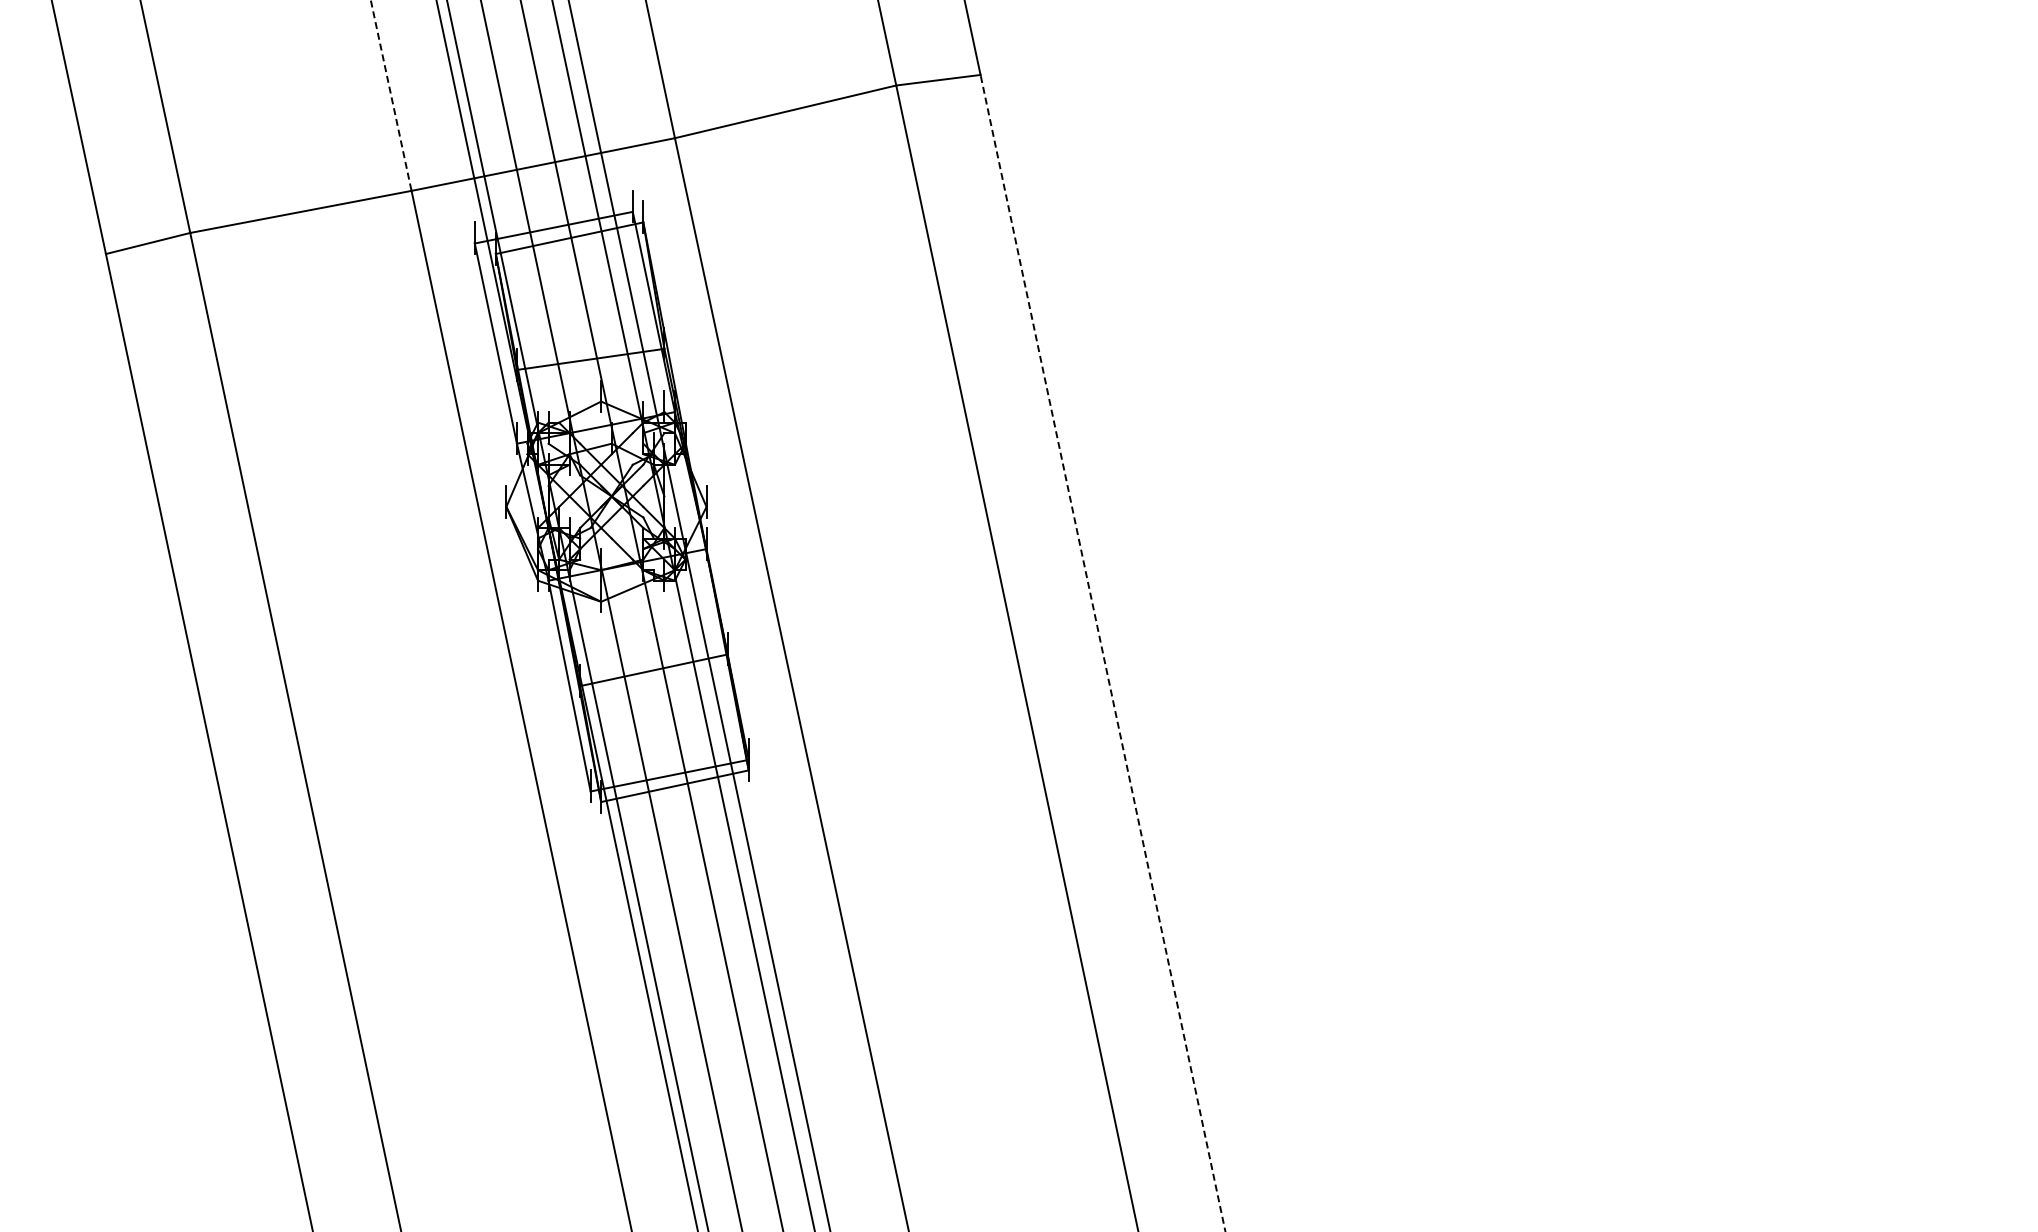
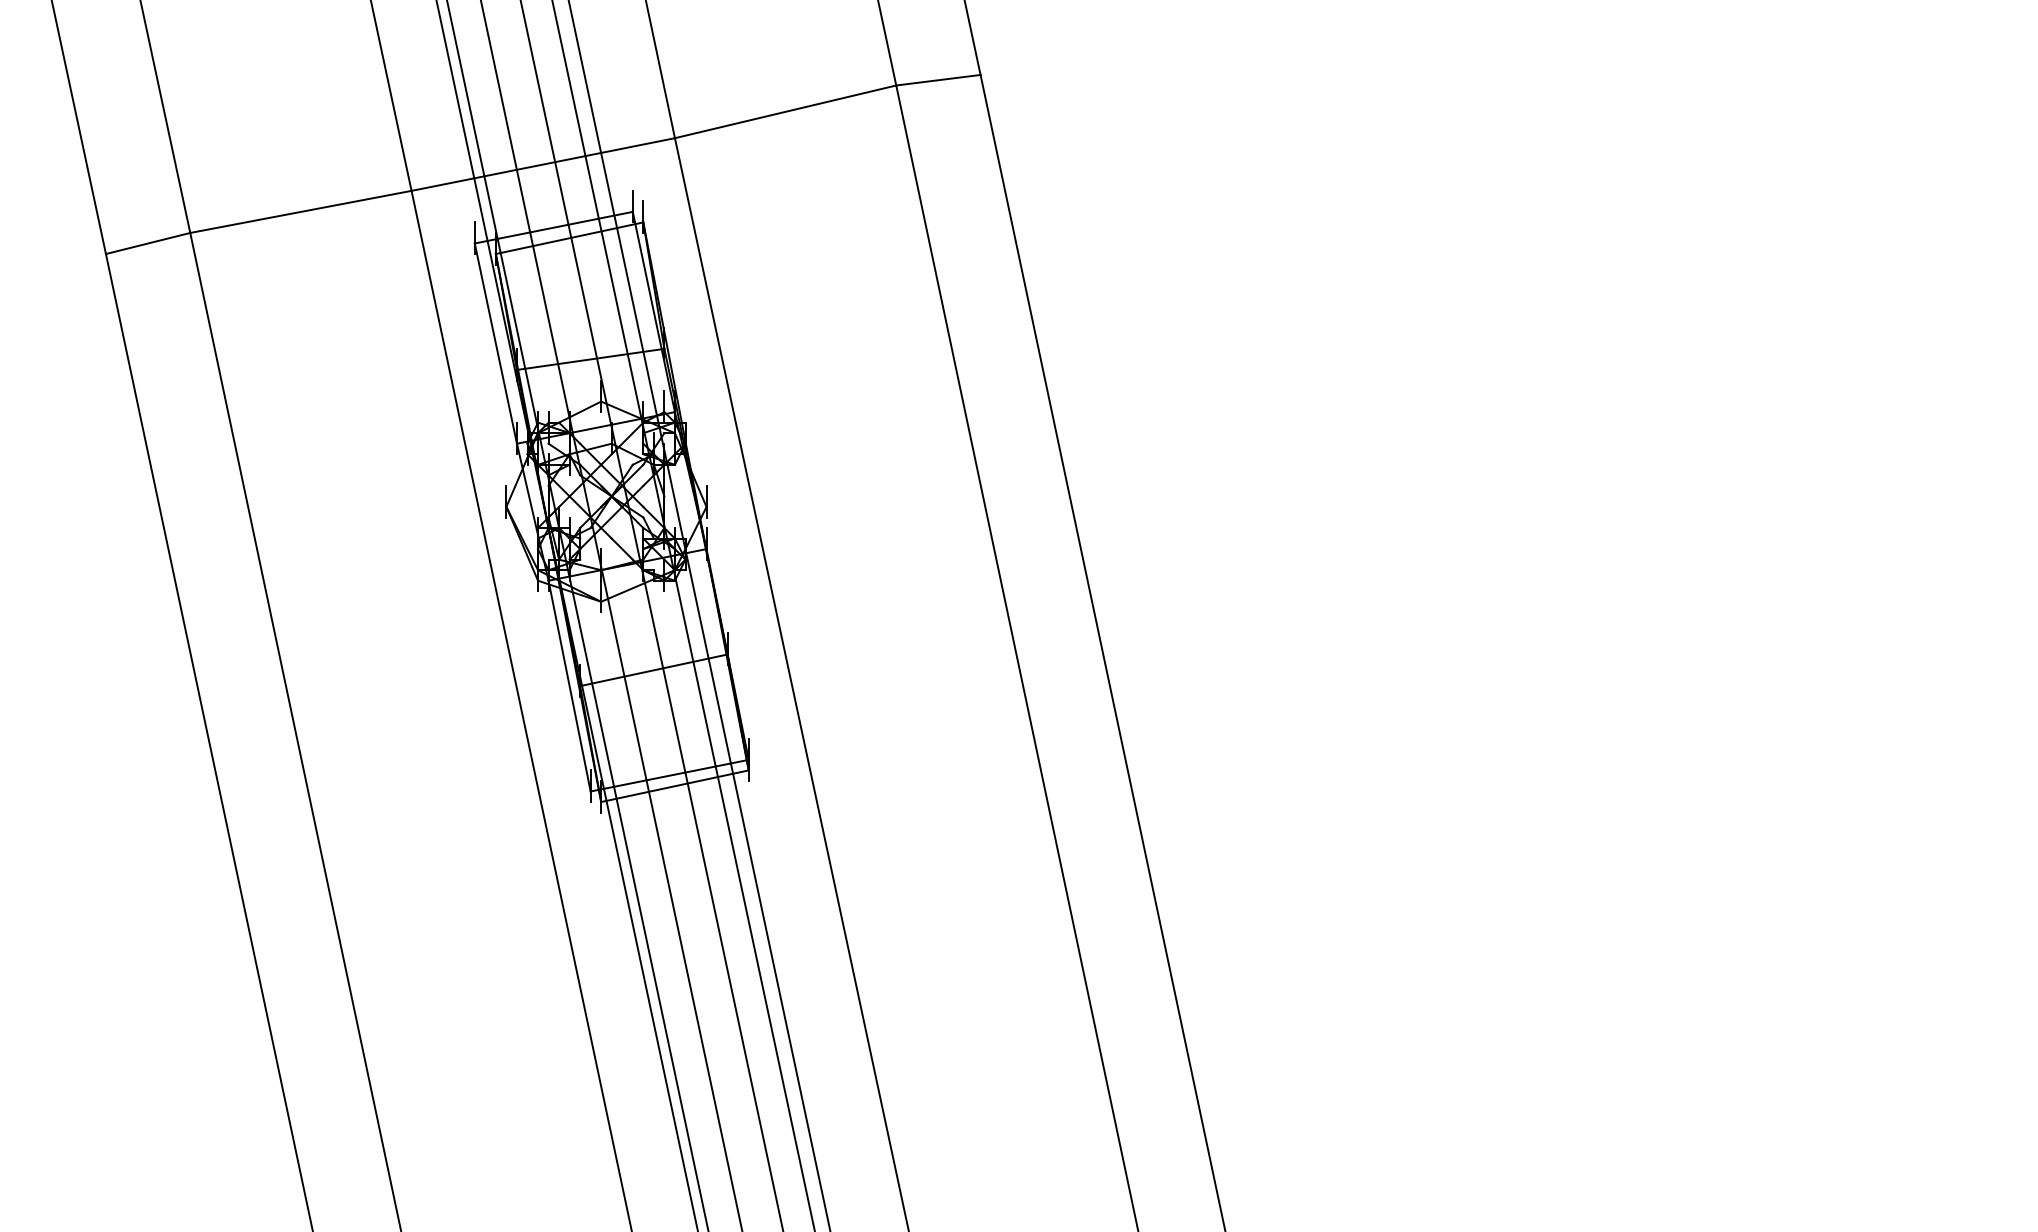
line at (391, 96): dashed -> solid
line at (1102, 653): dashed -> solid
